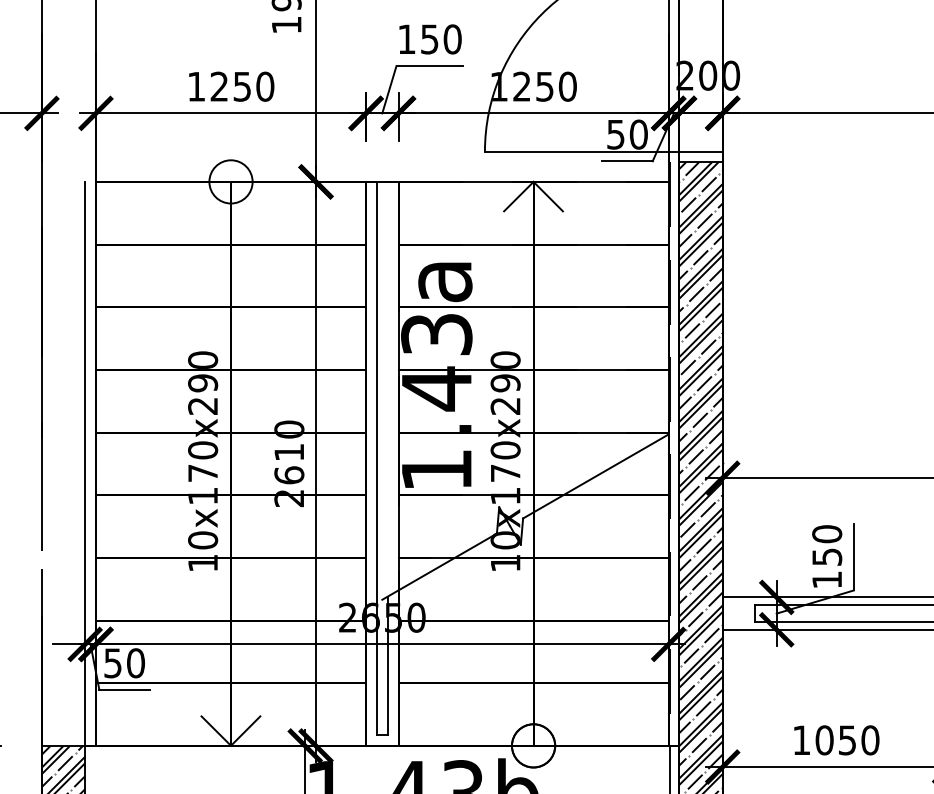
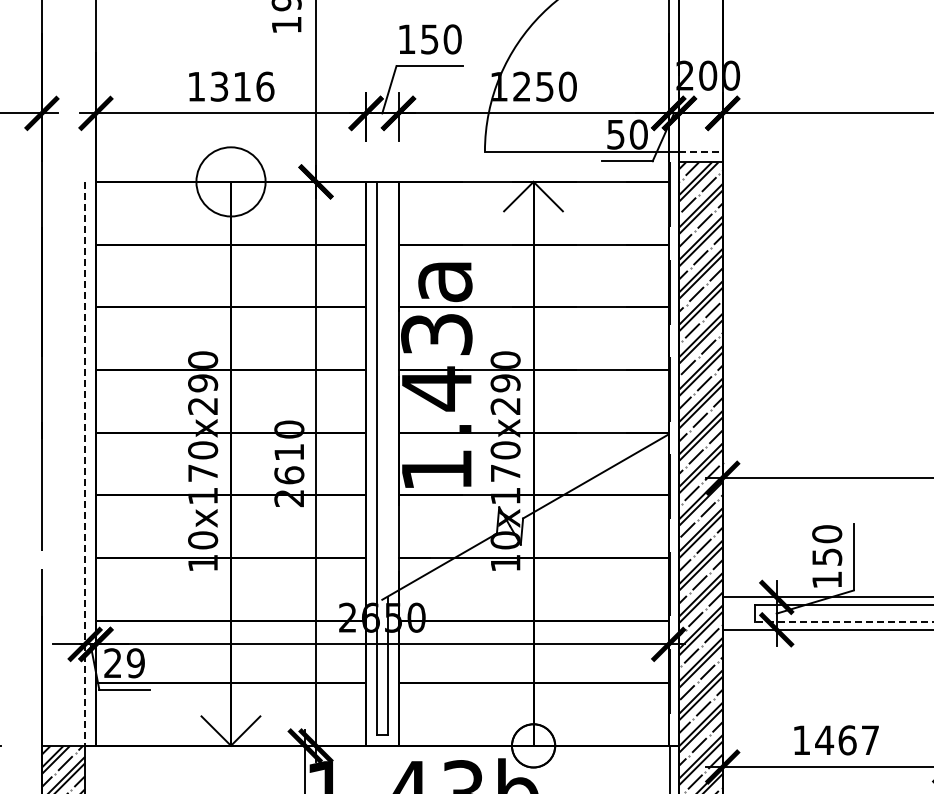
text at (242, 86): 1250 -> 1316
line at (701, 151): solid -> dashed
circle at (230, 181) diameter: 43 px -> 69 px
line at (85, 464): solid -> dashed
line at (843, 622): solid -> dashed
text at (124, 663): 50 -> 29
text at (847, 740): 1050 -> 1467
